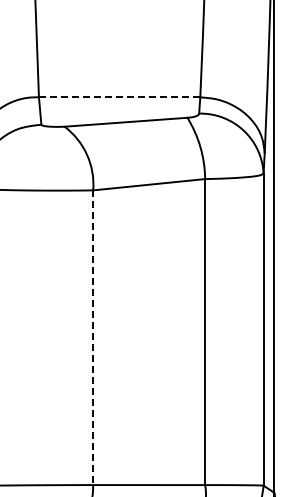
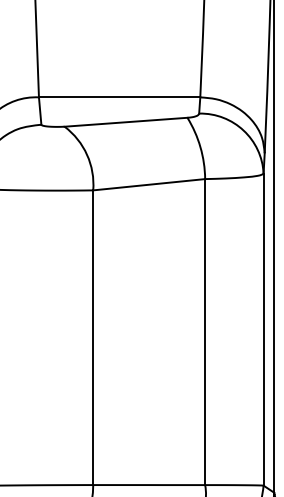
line at (119, 97): dashed -> solid
line at (93, 338): dashed -> solid
